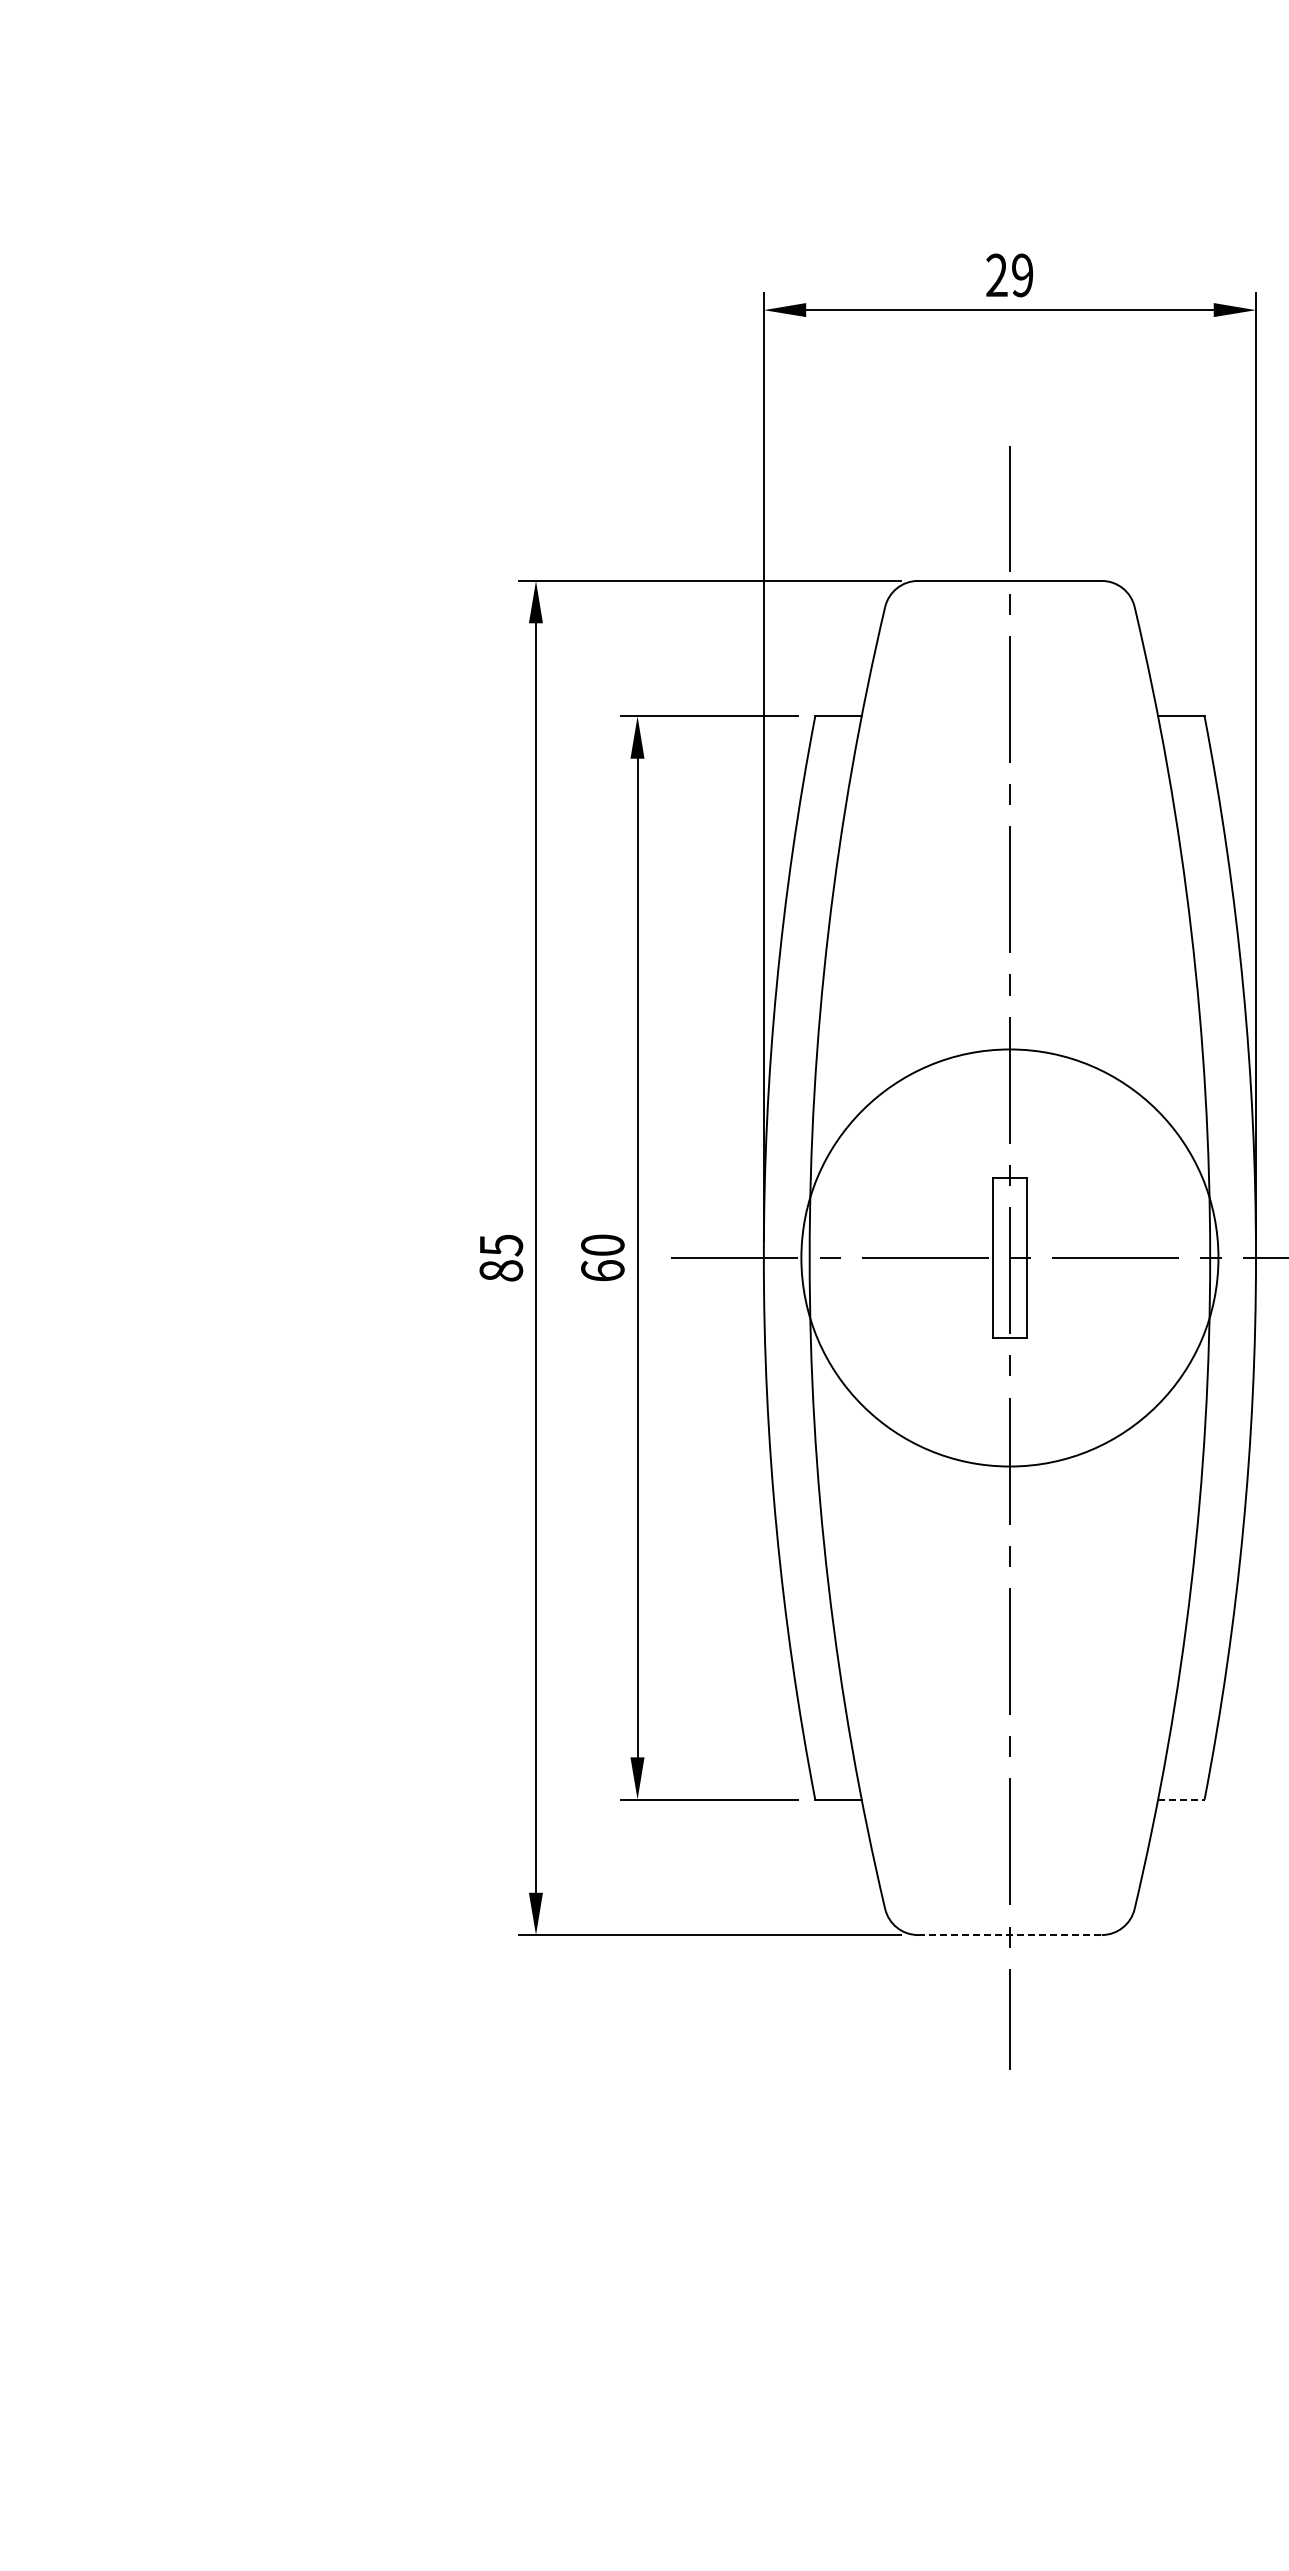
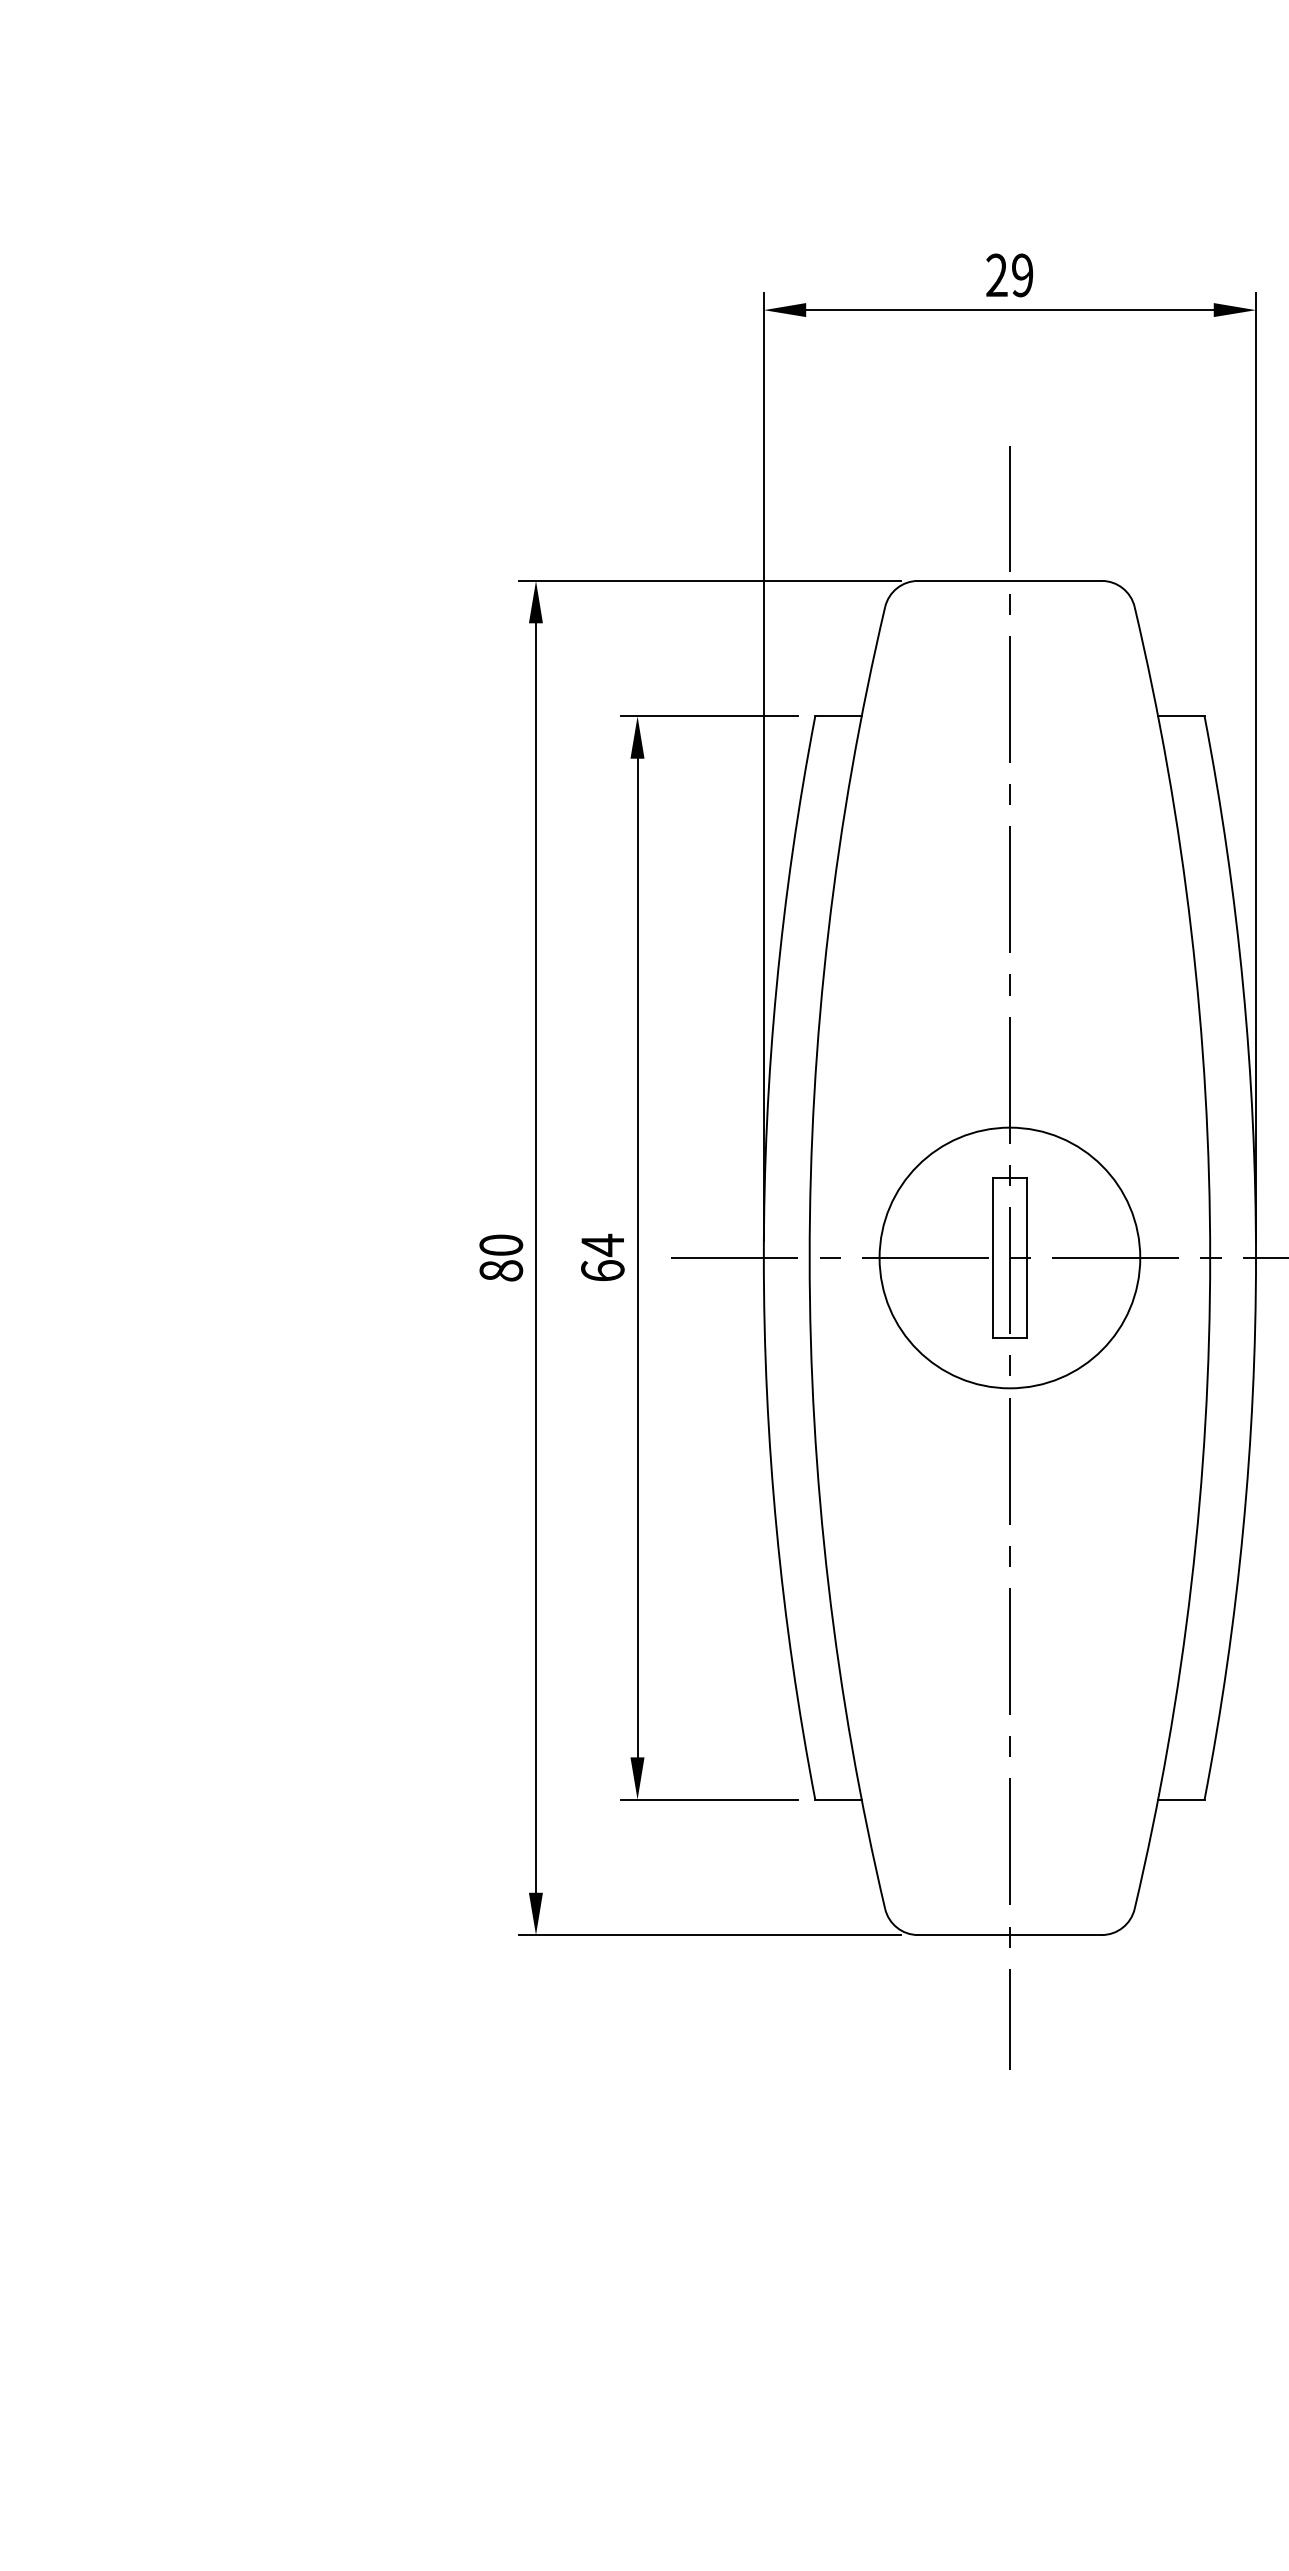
text at (501, 1245): 85 -> 80
text at (602, 1245): 60 -> 64
circle at (1009, 1257) diameter: 417 px -> 261 px
line at (1181, 1799): dashed -> solid
line at (1009, 1935): dashed -> solid
